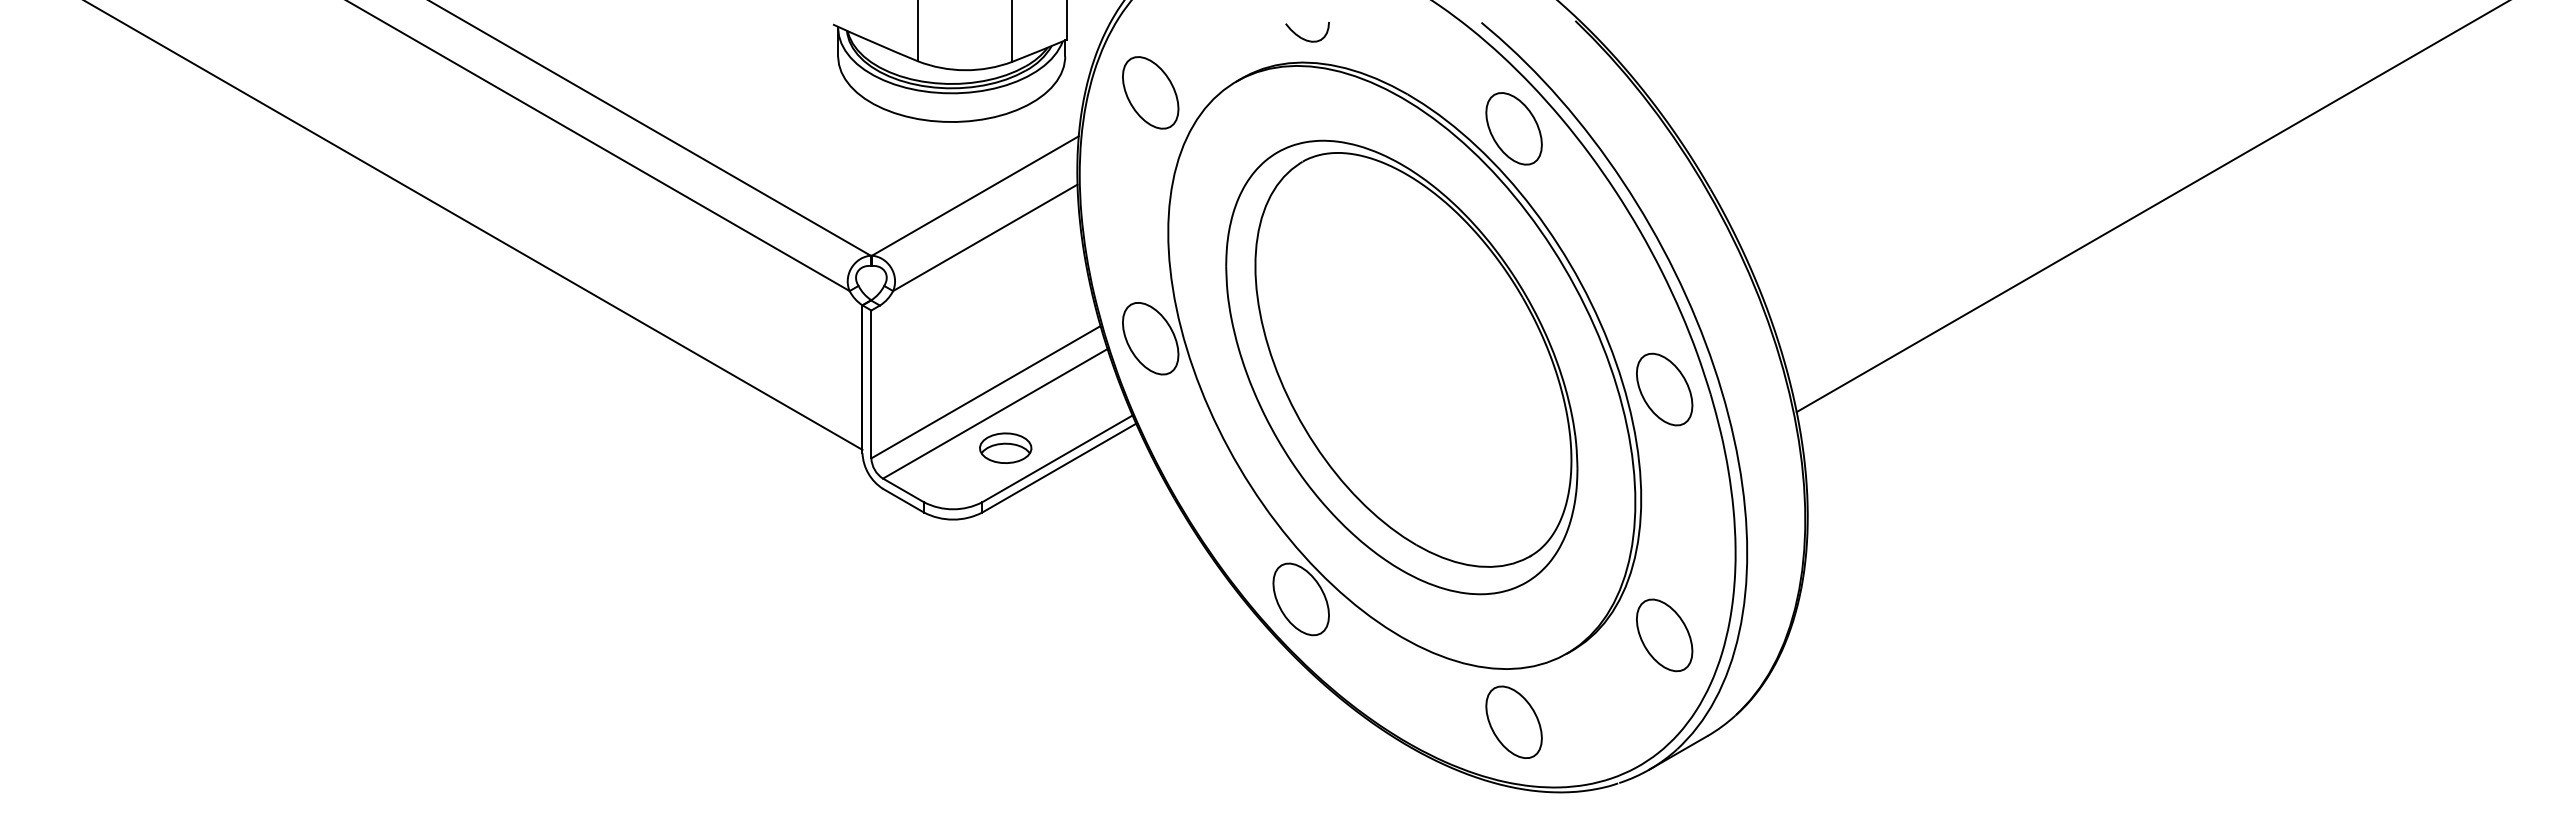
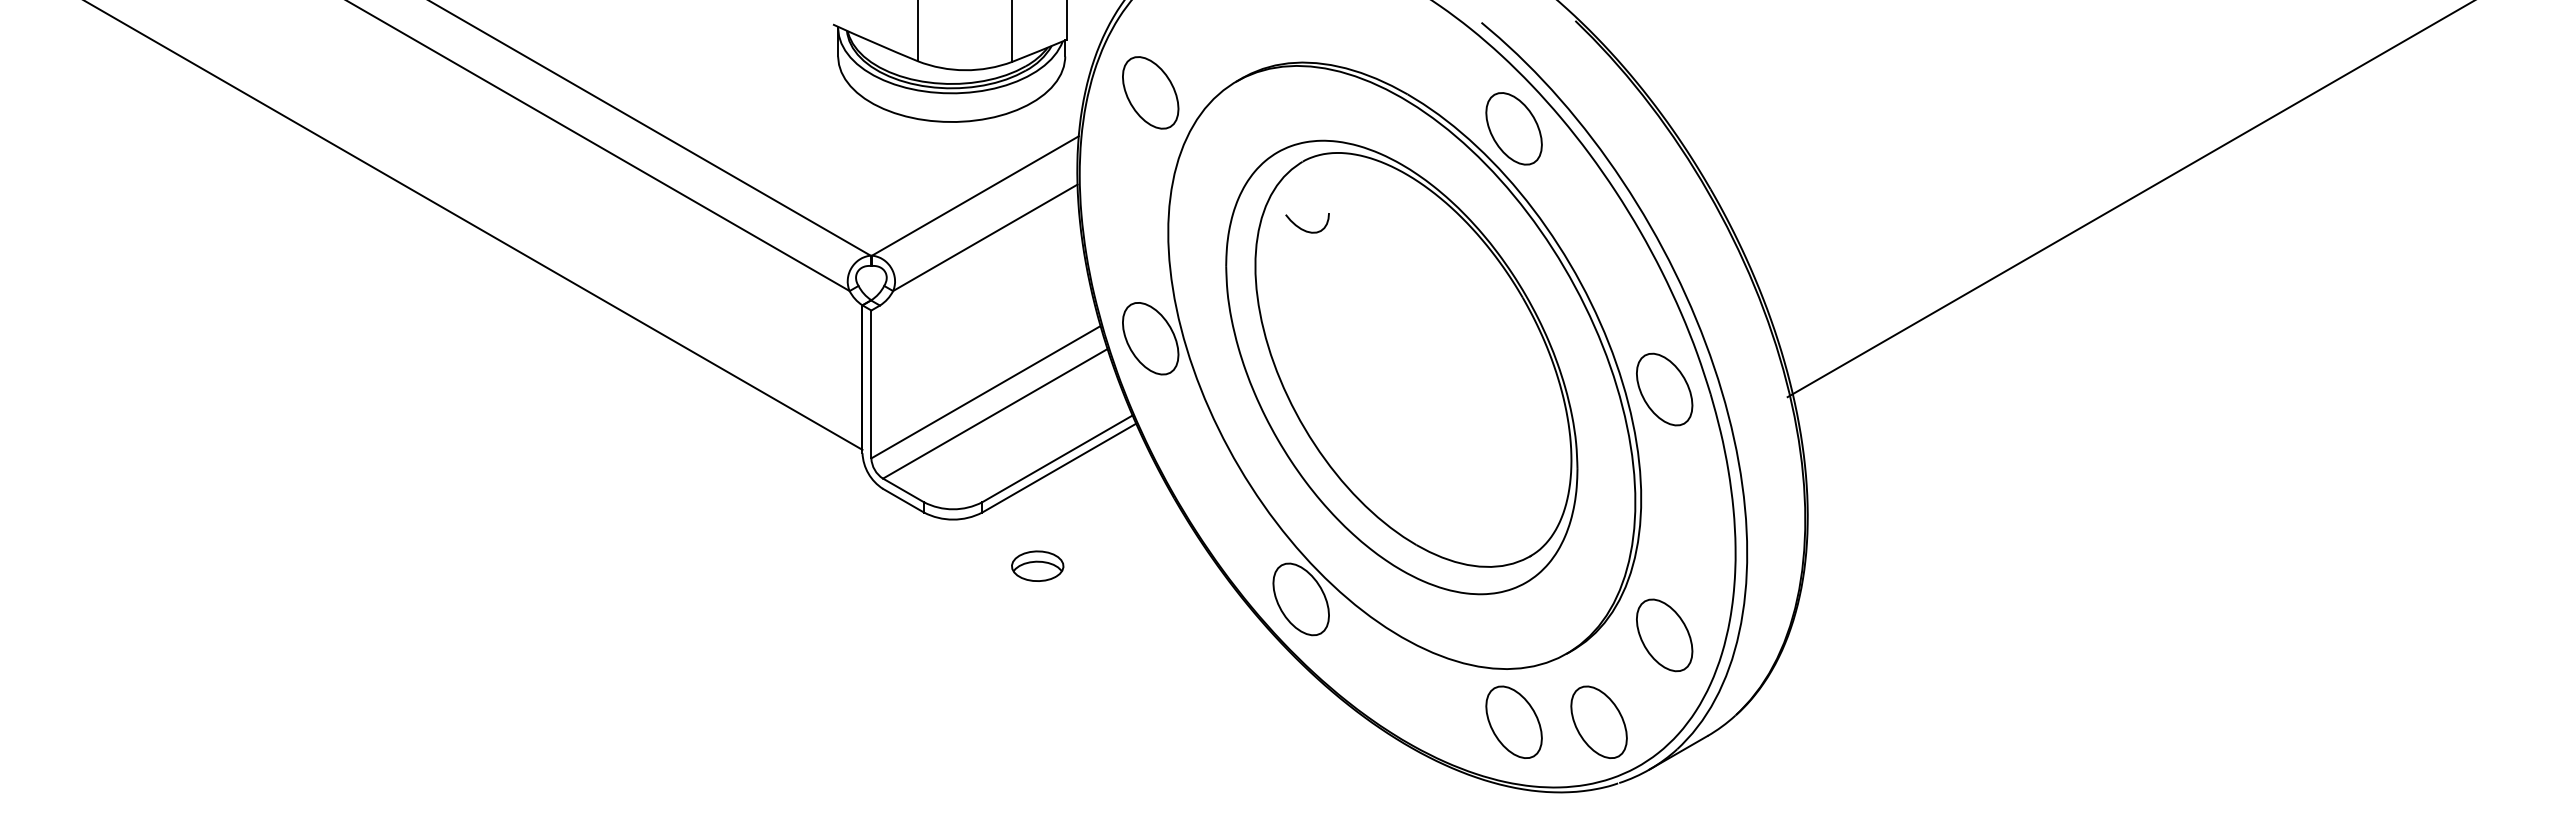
curve at (1304, 38) position: (1304, 38) -> (1304, 229)
line at (2151, 207) position: (2151, 207) -> (2129, 199)
part at (1005, 447) position: (1005, 447) -> (1037, 565)
part at (1598, 721): none -> present
